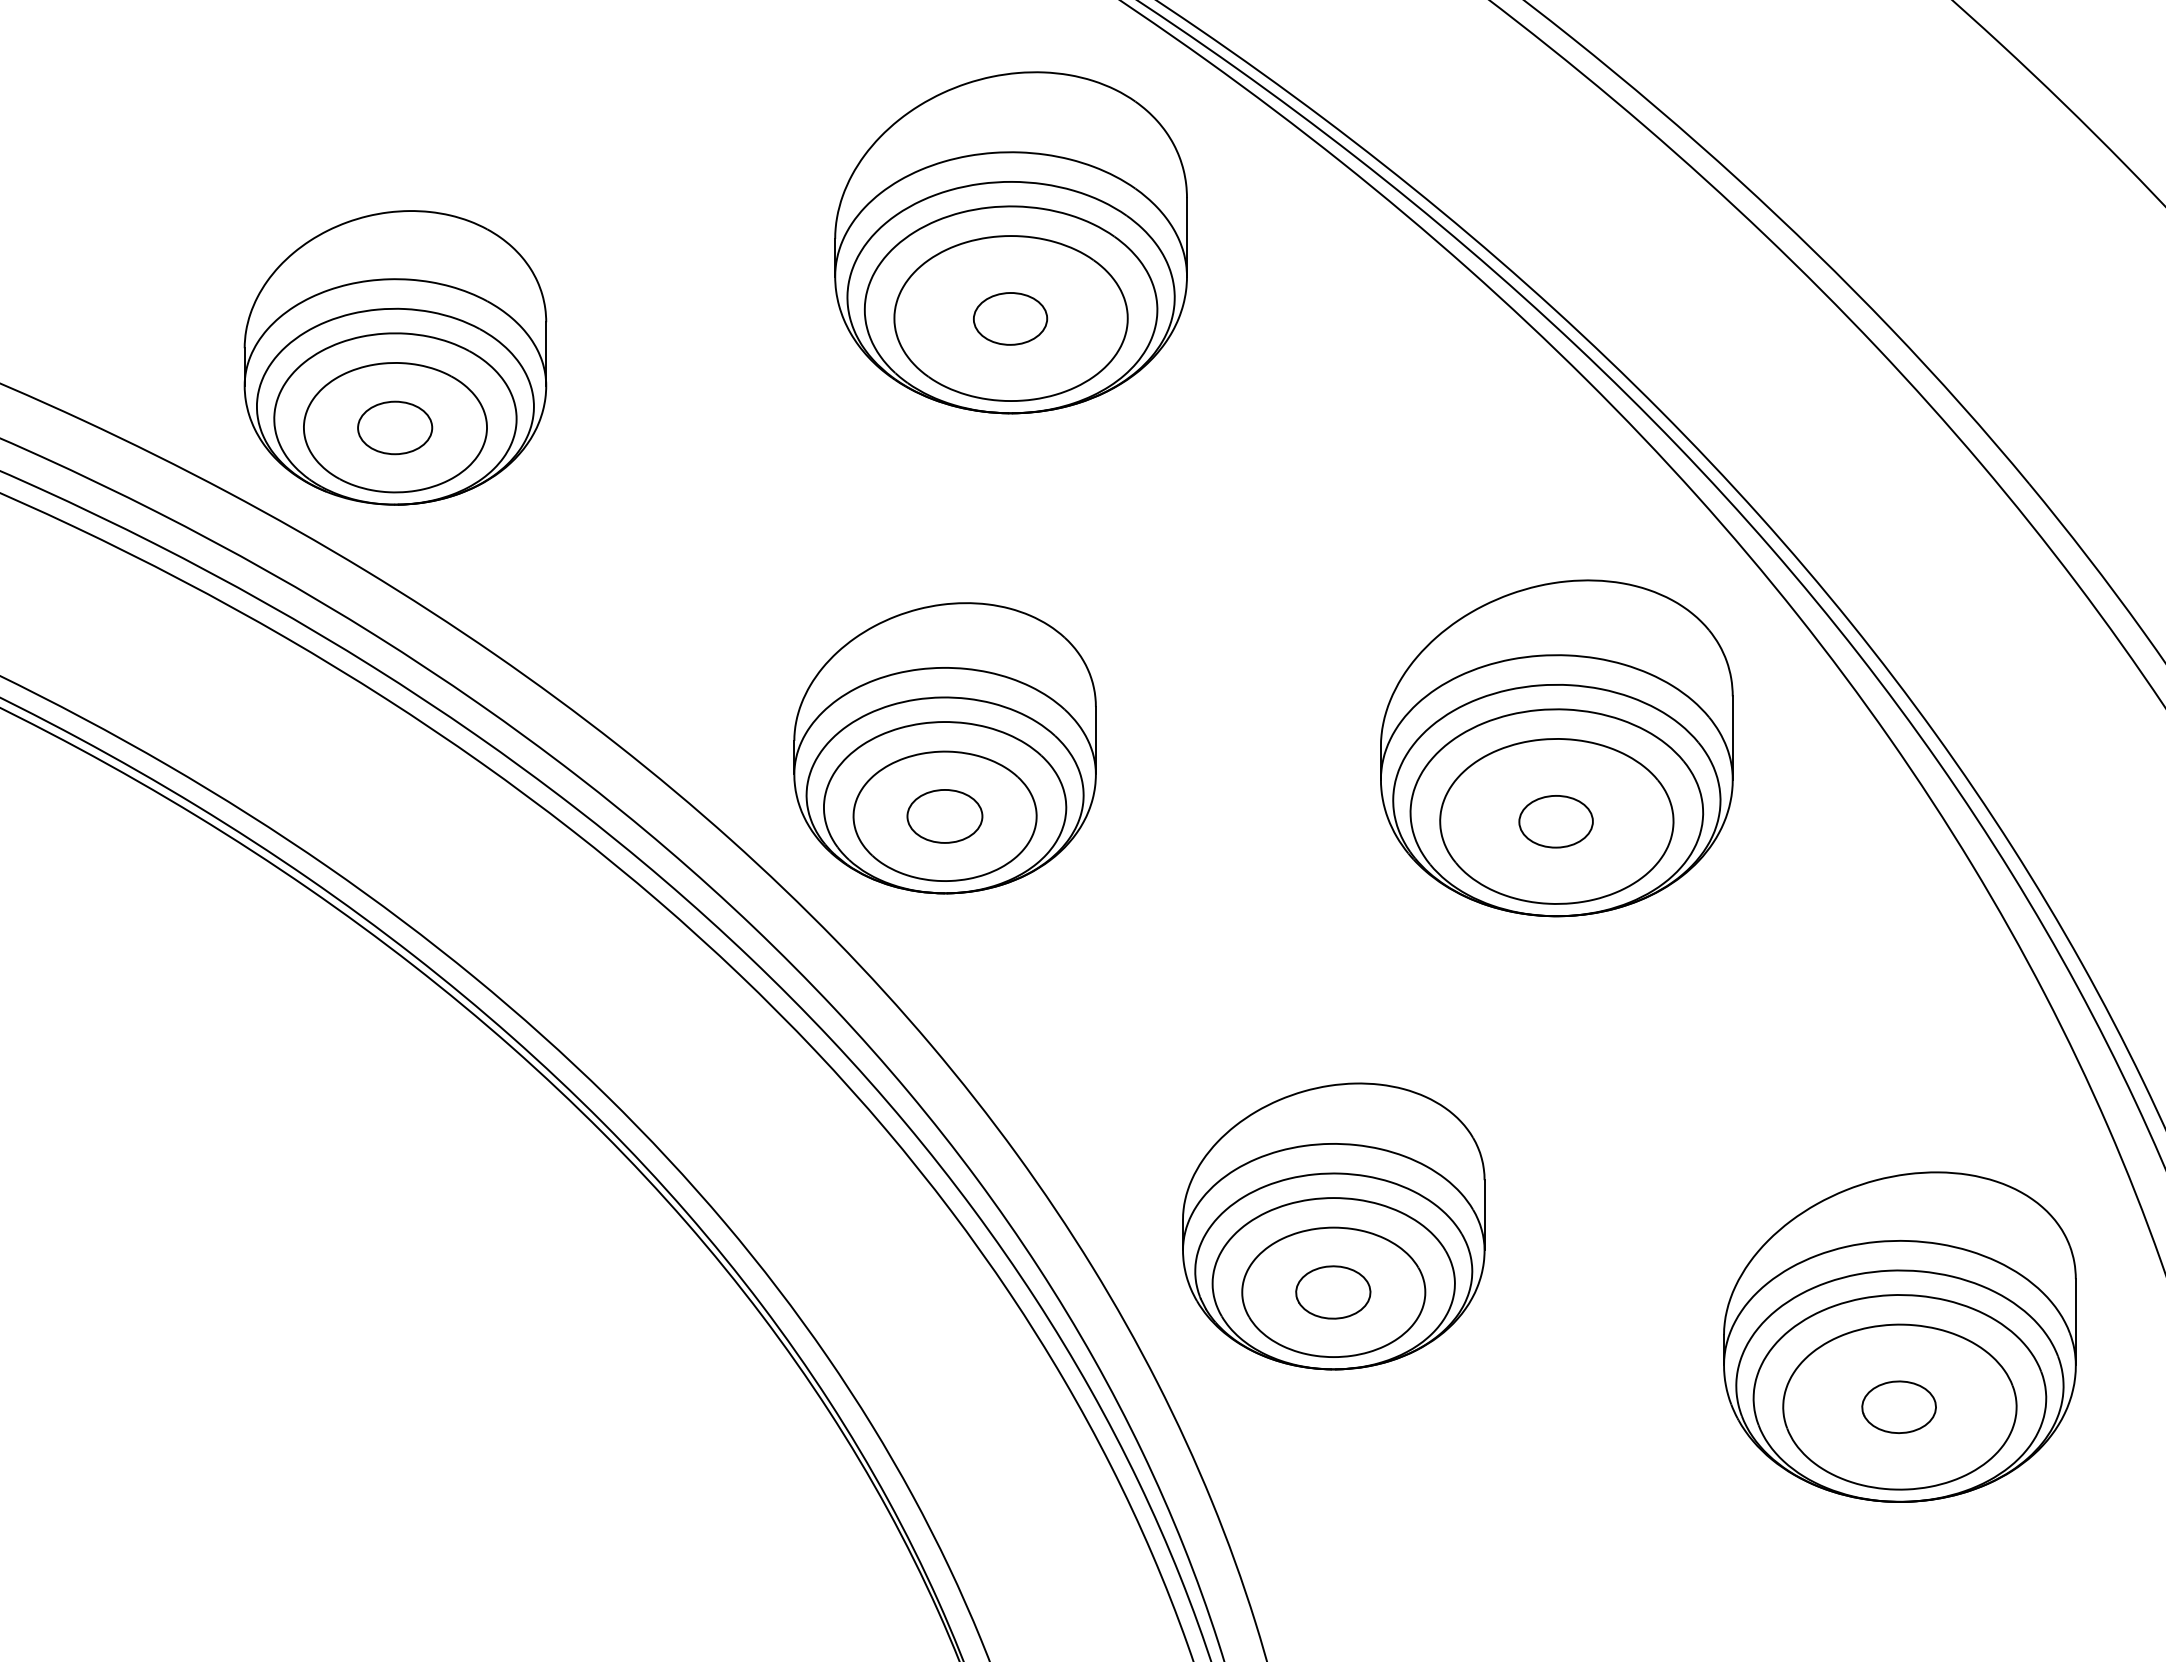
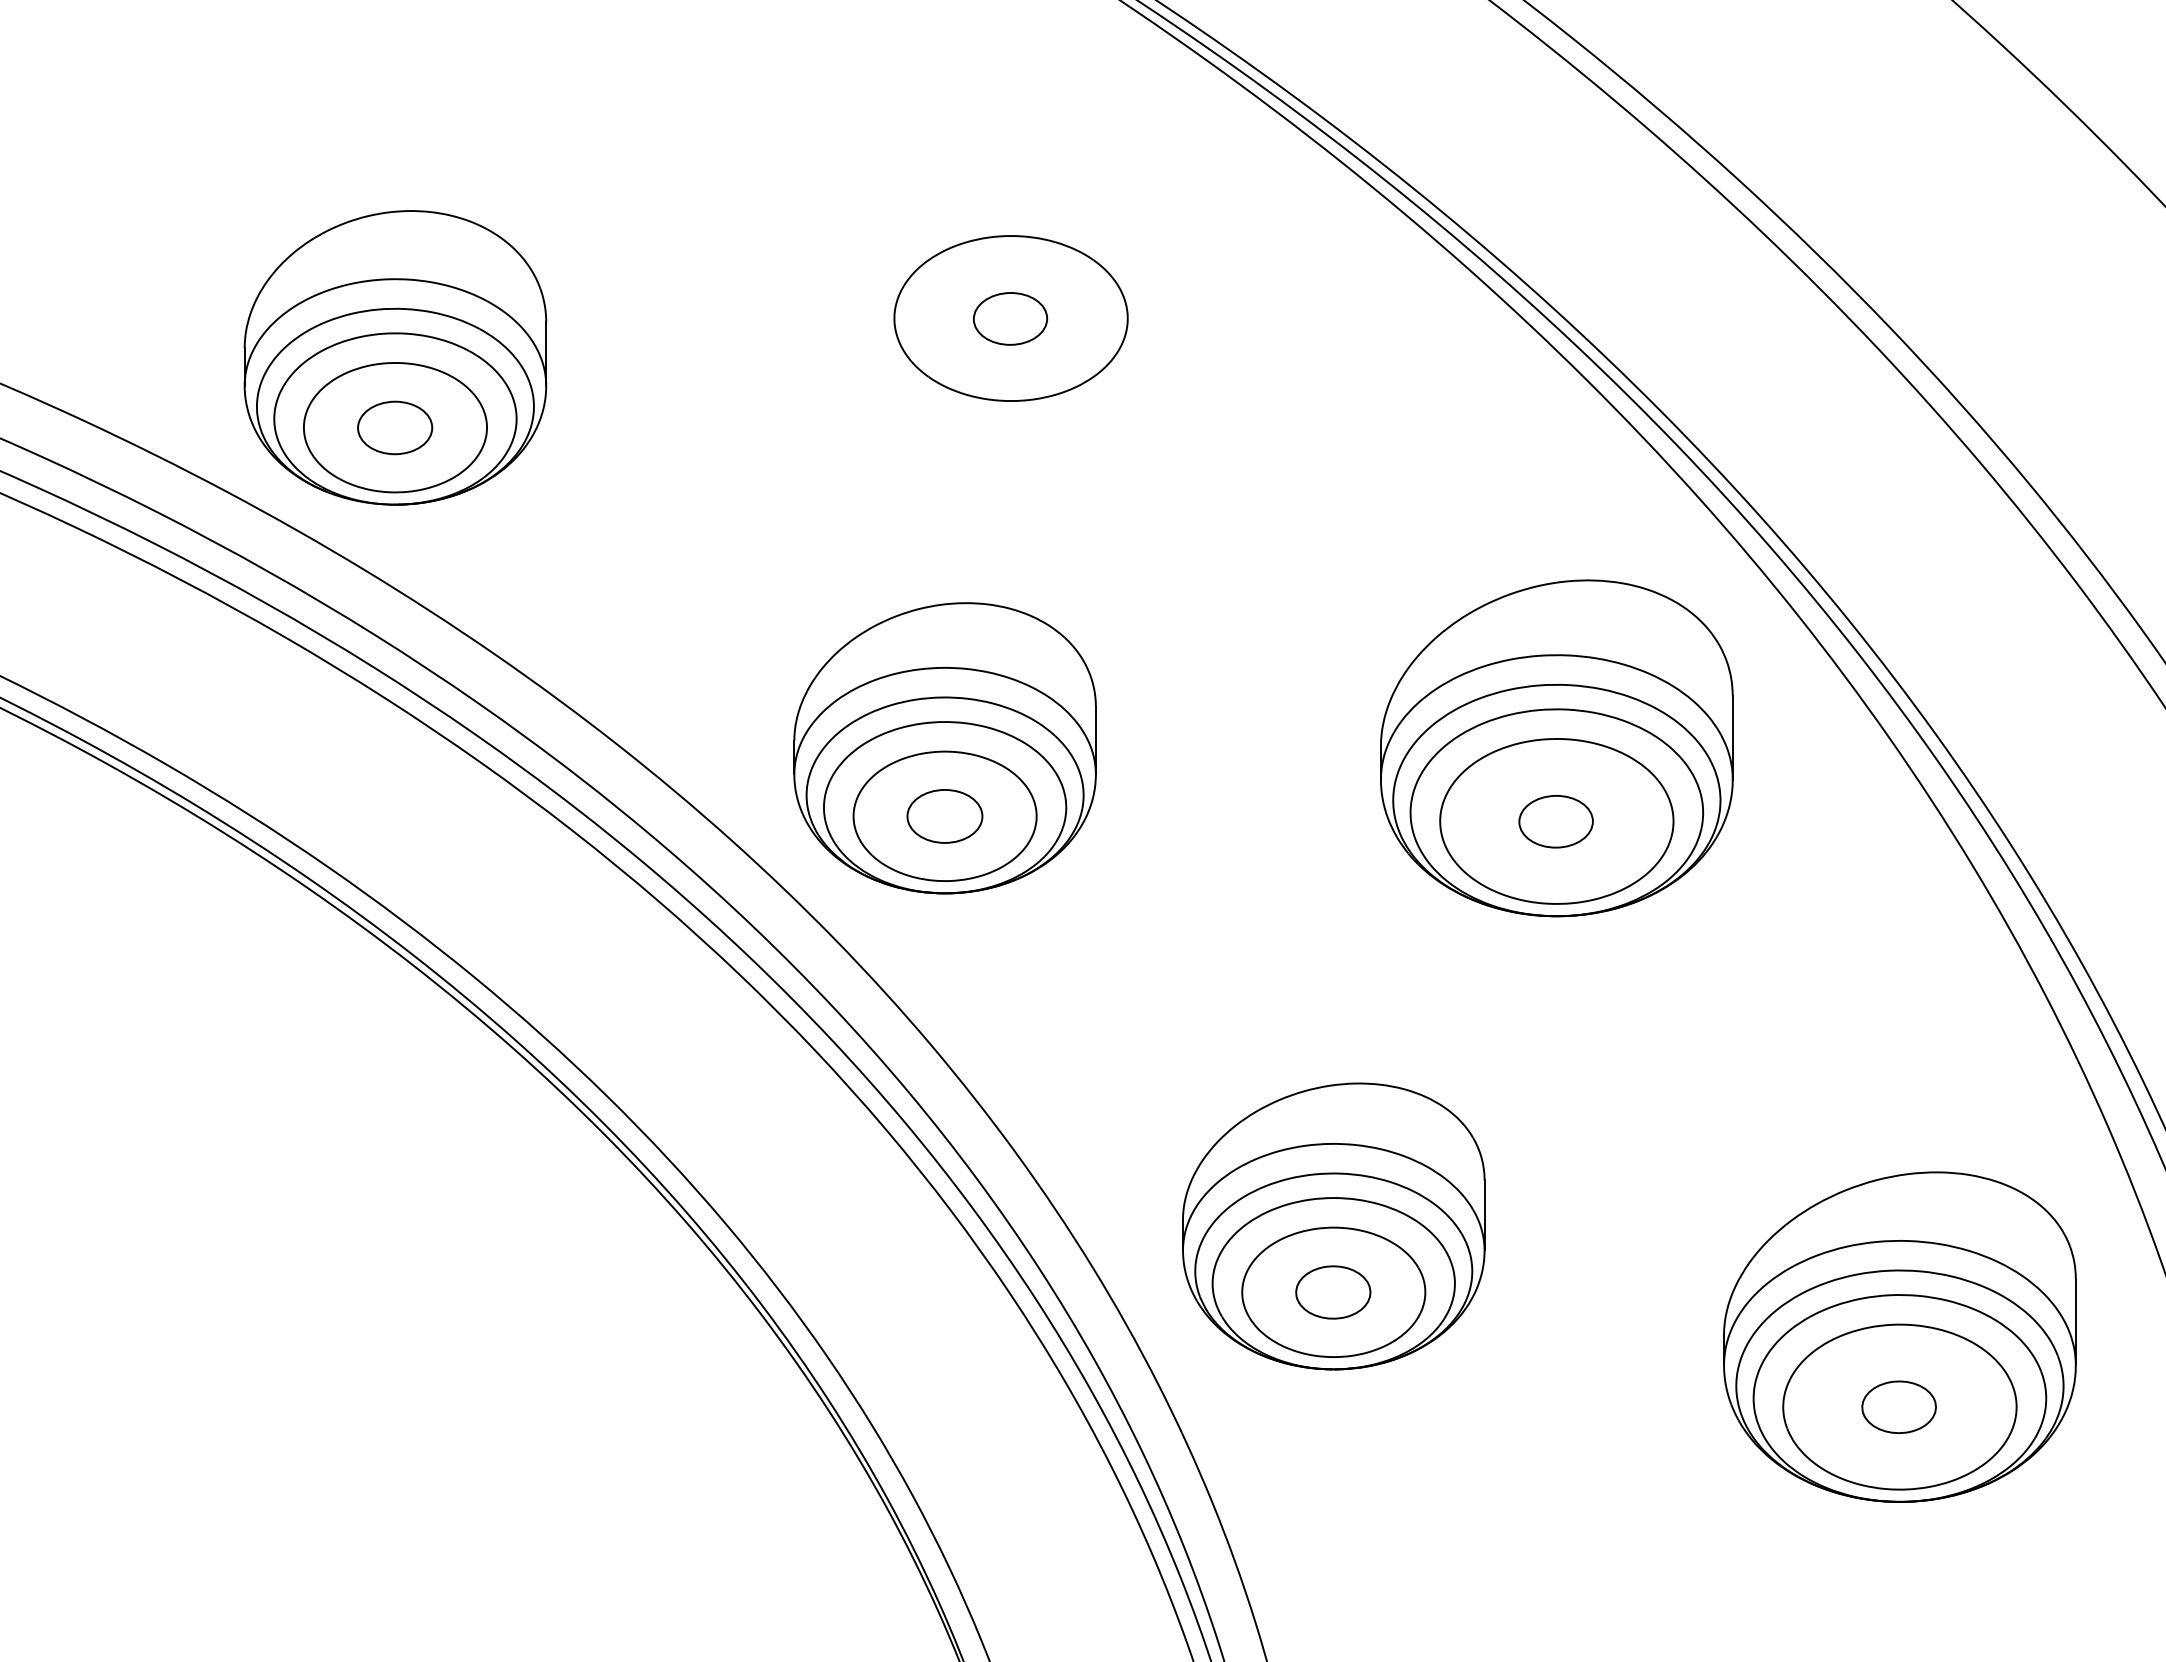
part at (1010, 242): present -> none
